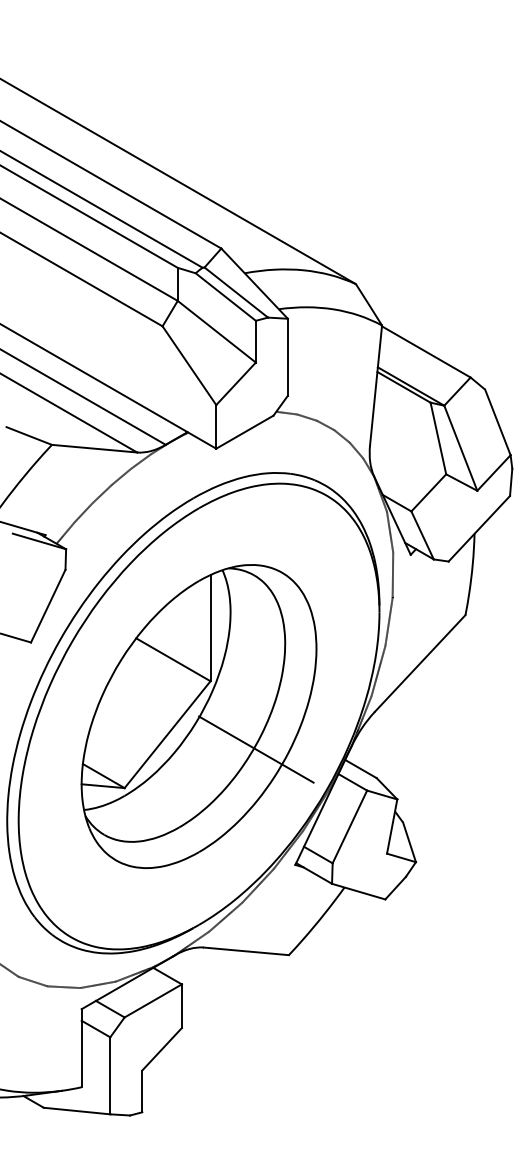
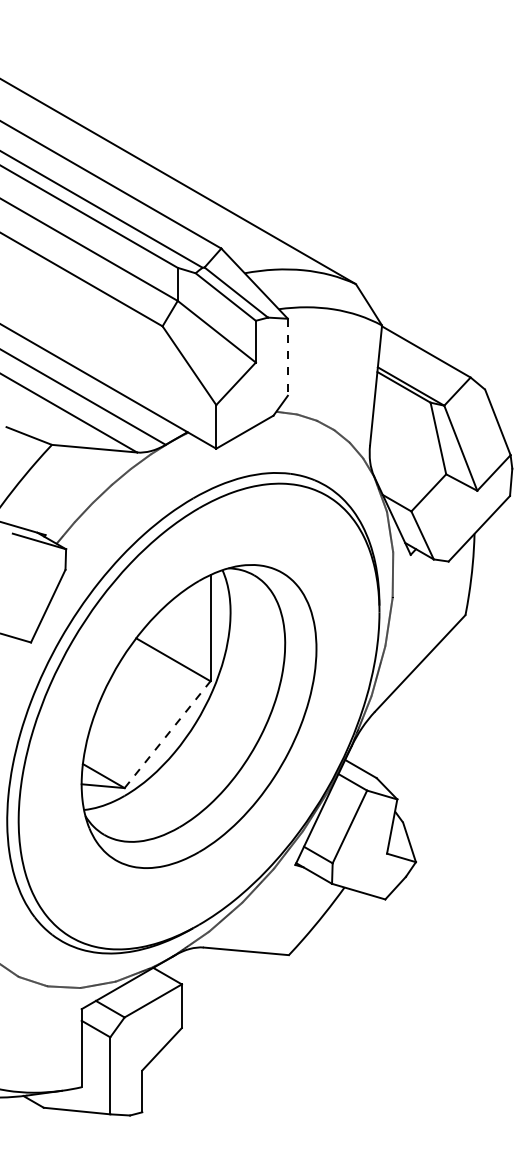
line at (287, 357): solid -> dashed
line at (167, 734): solid -> dashed
line at (256, 749): present -> none
